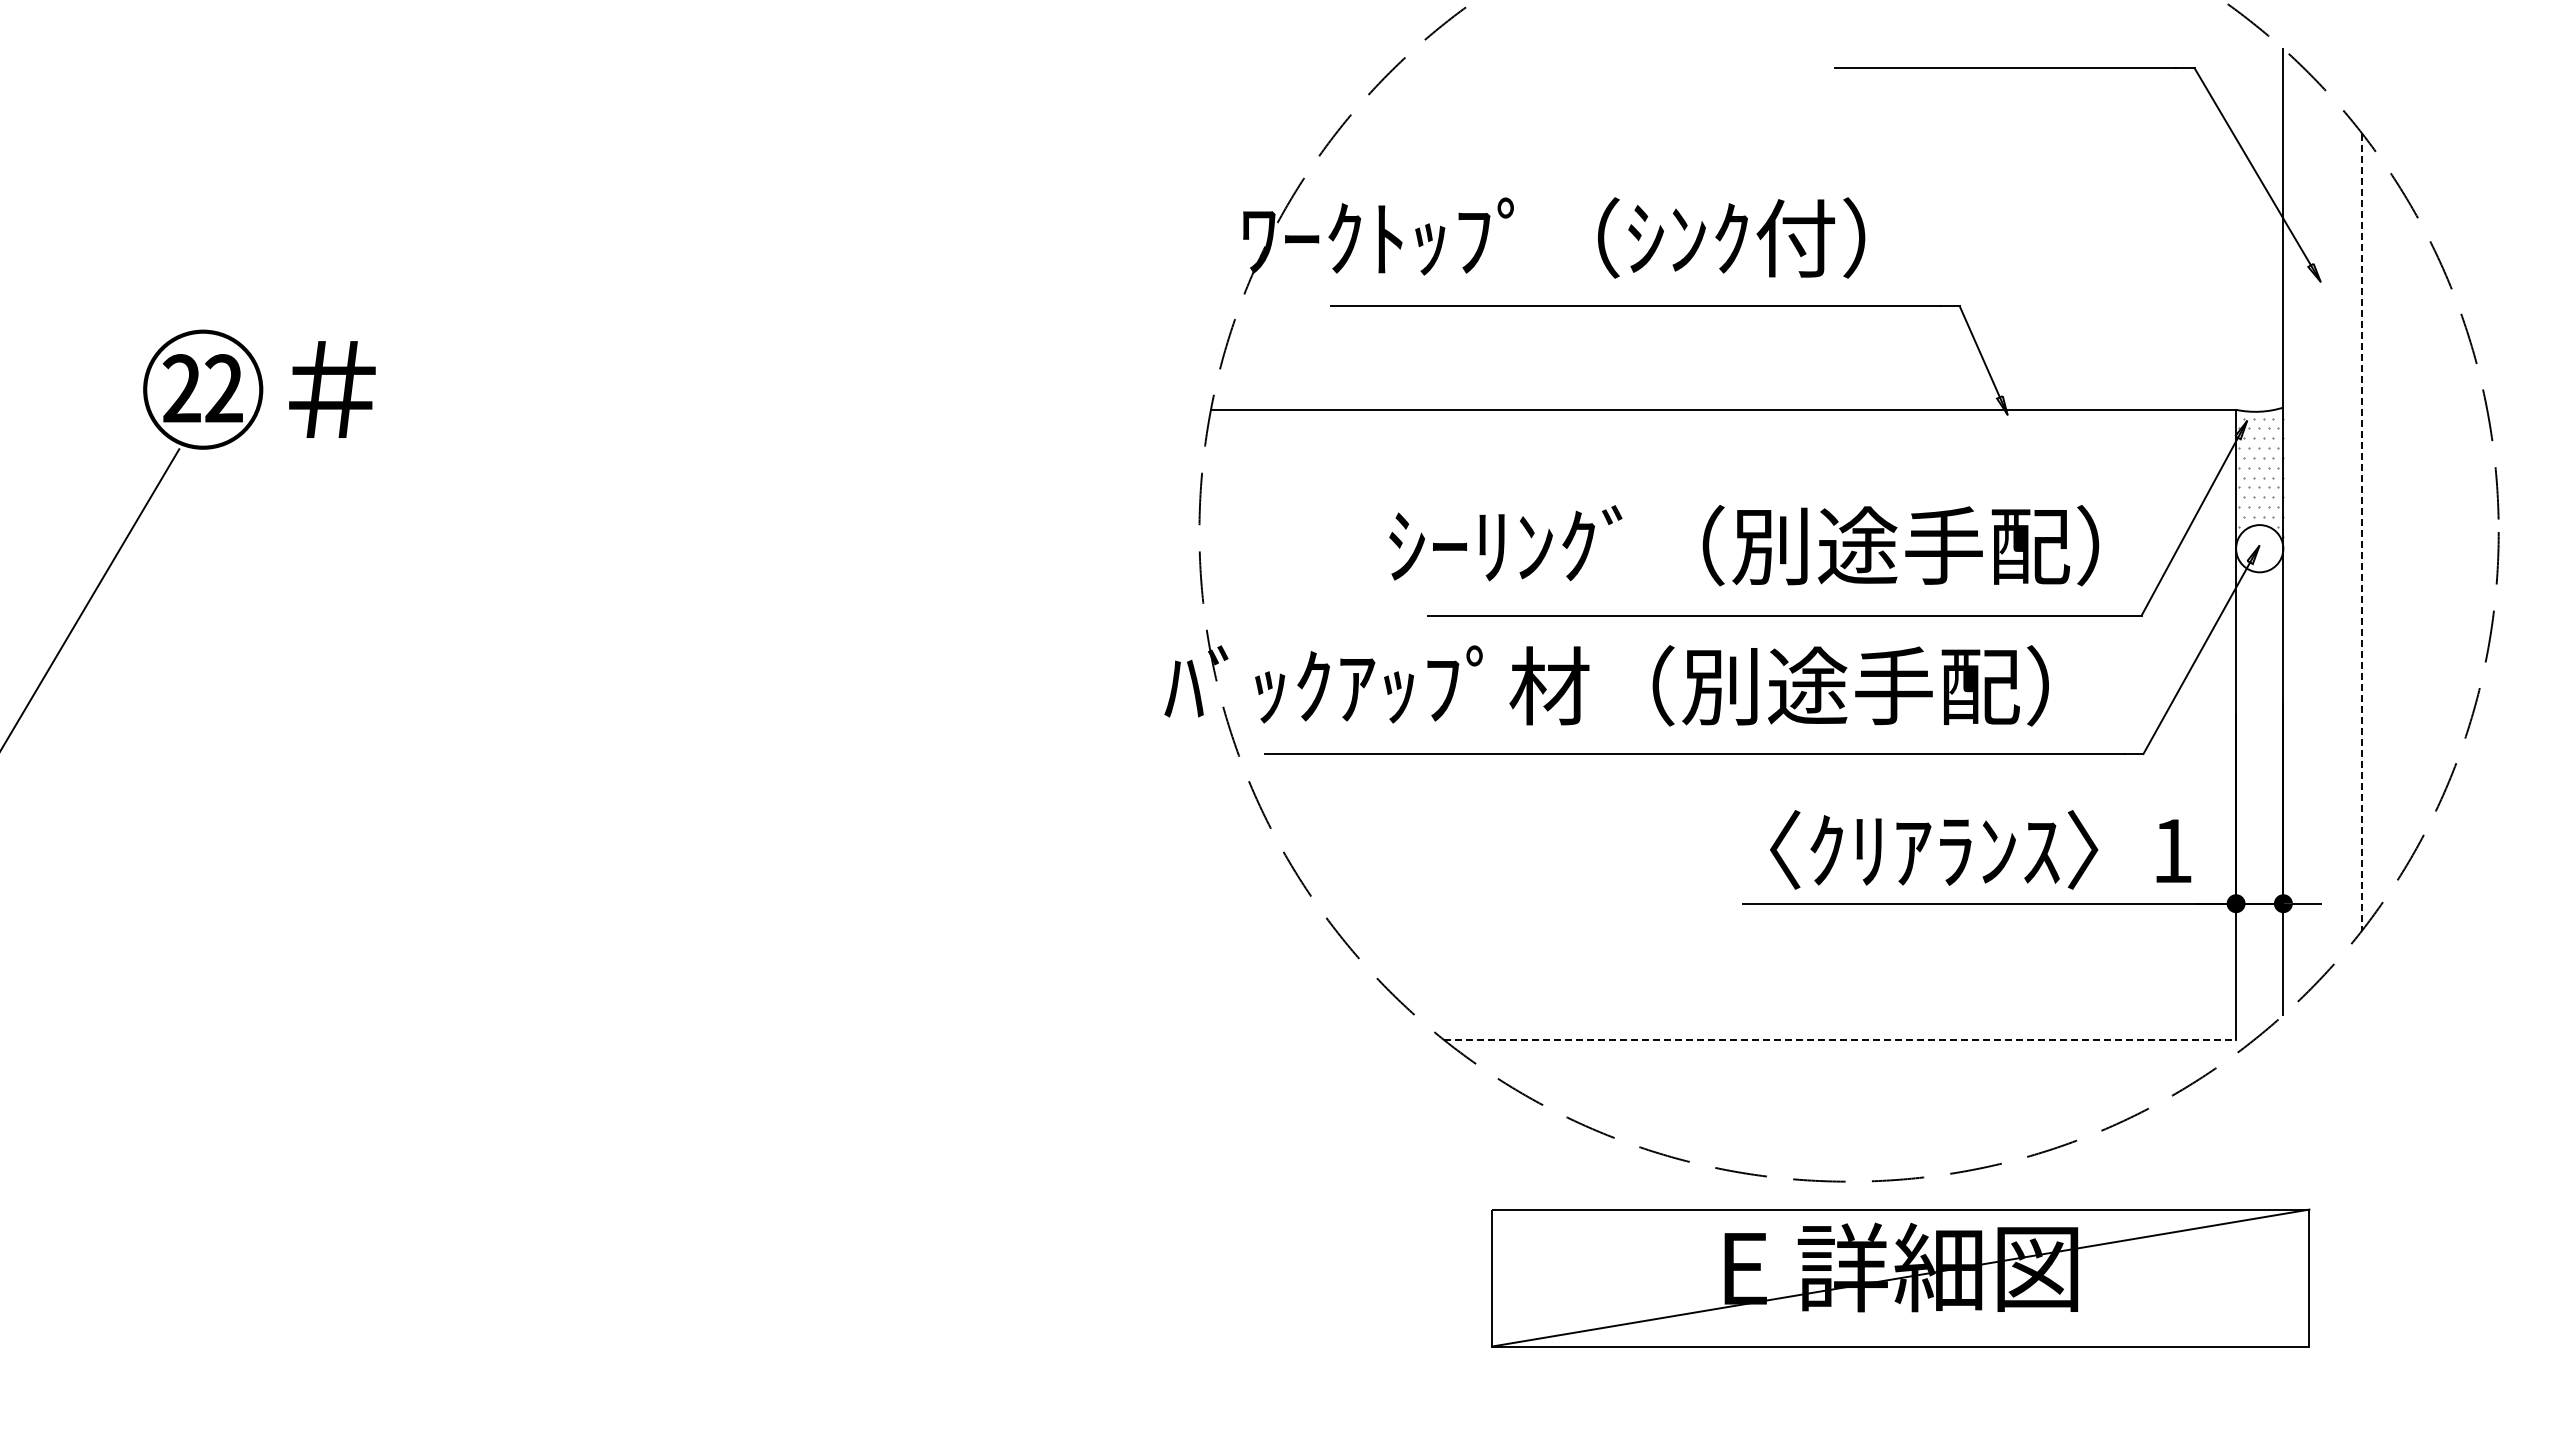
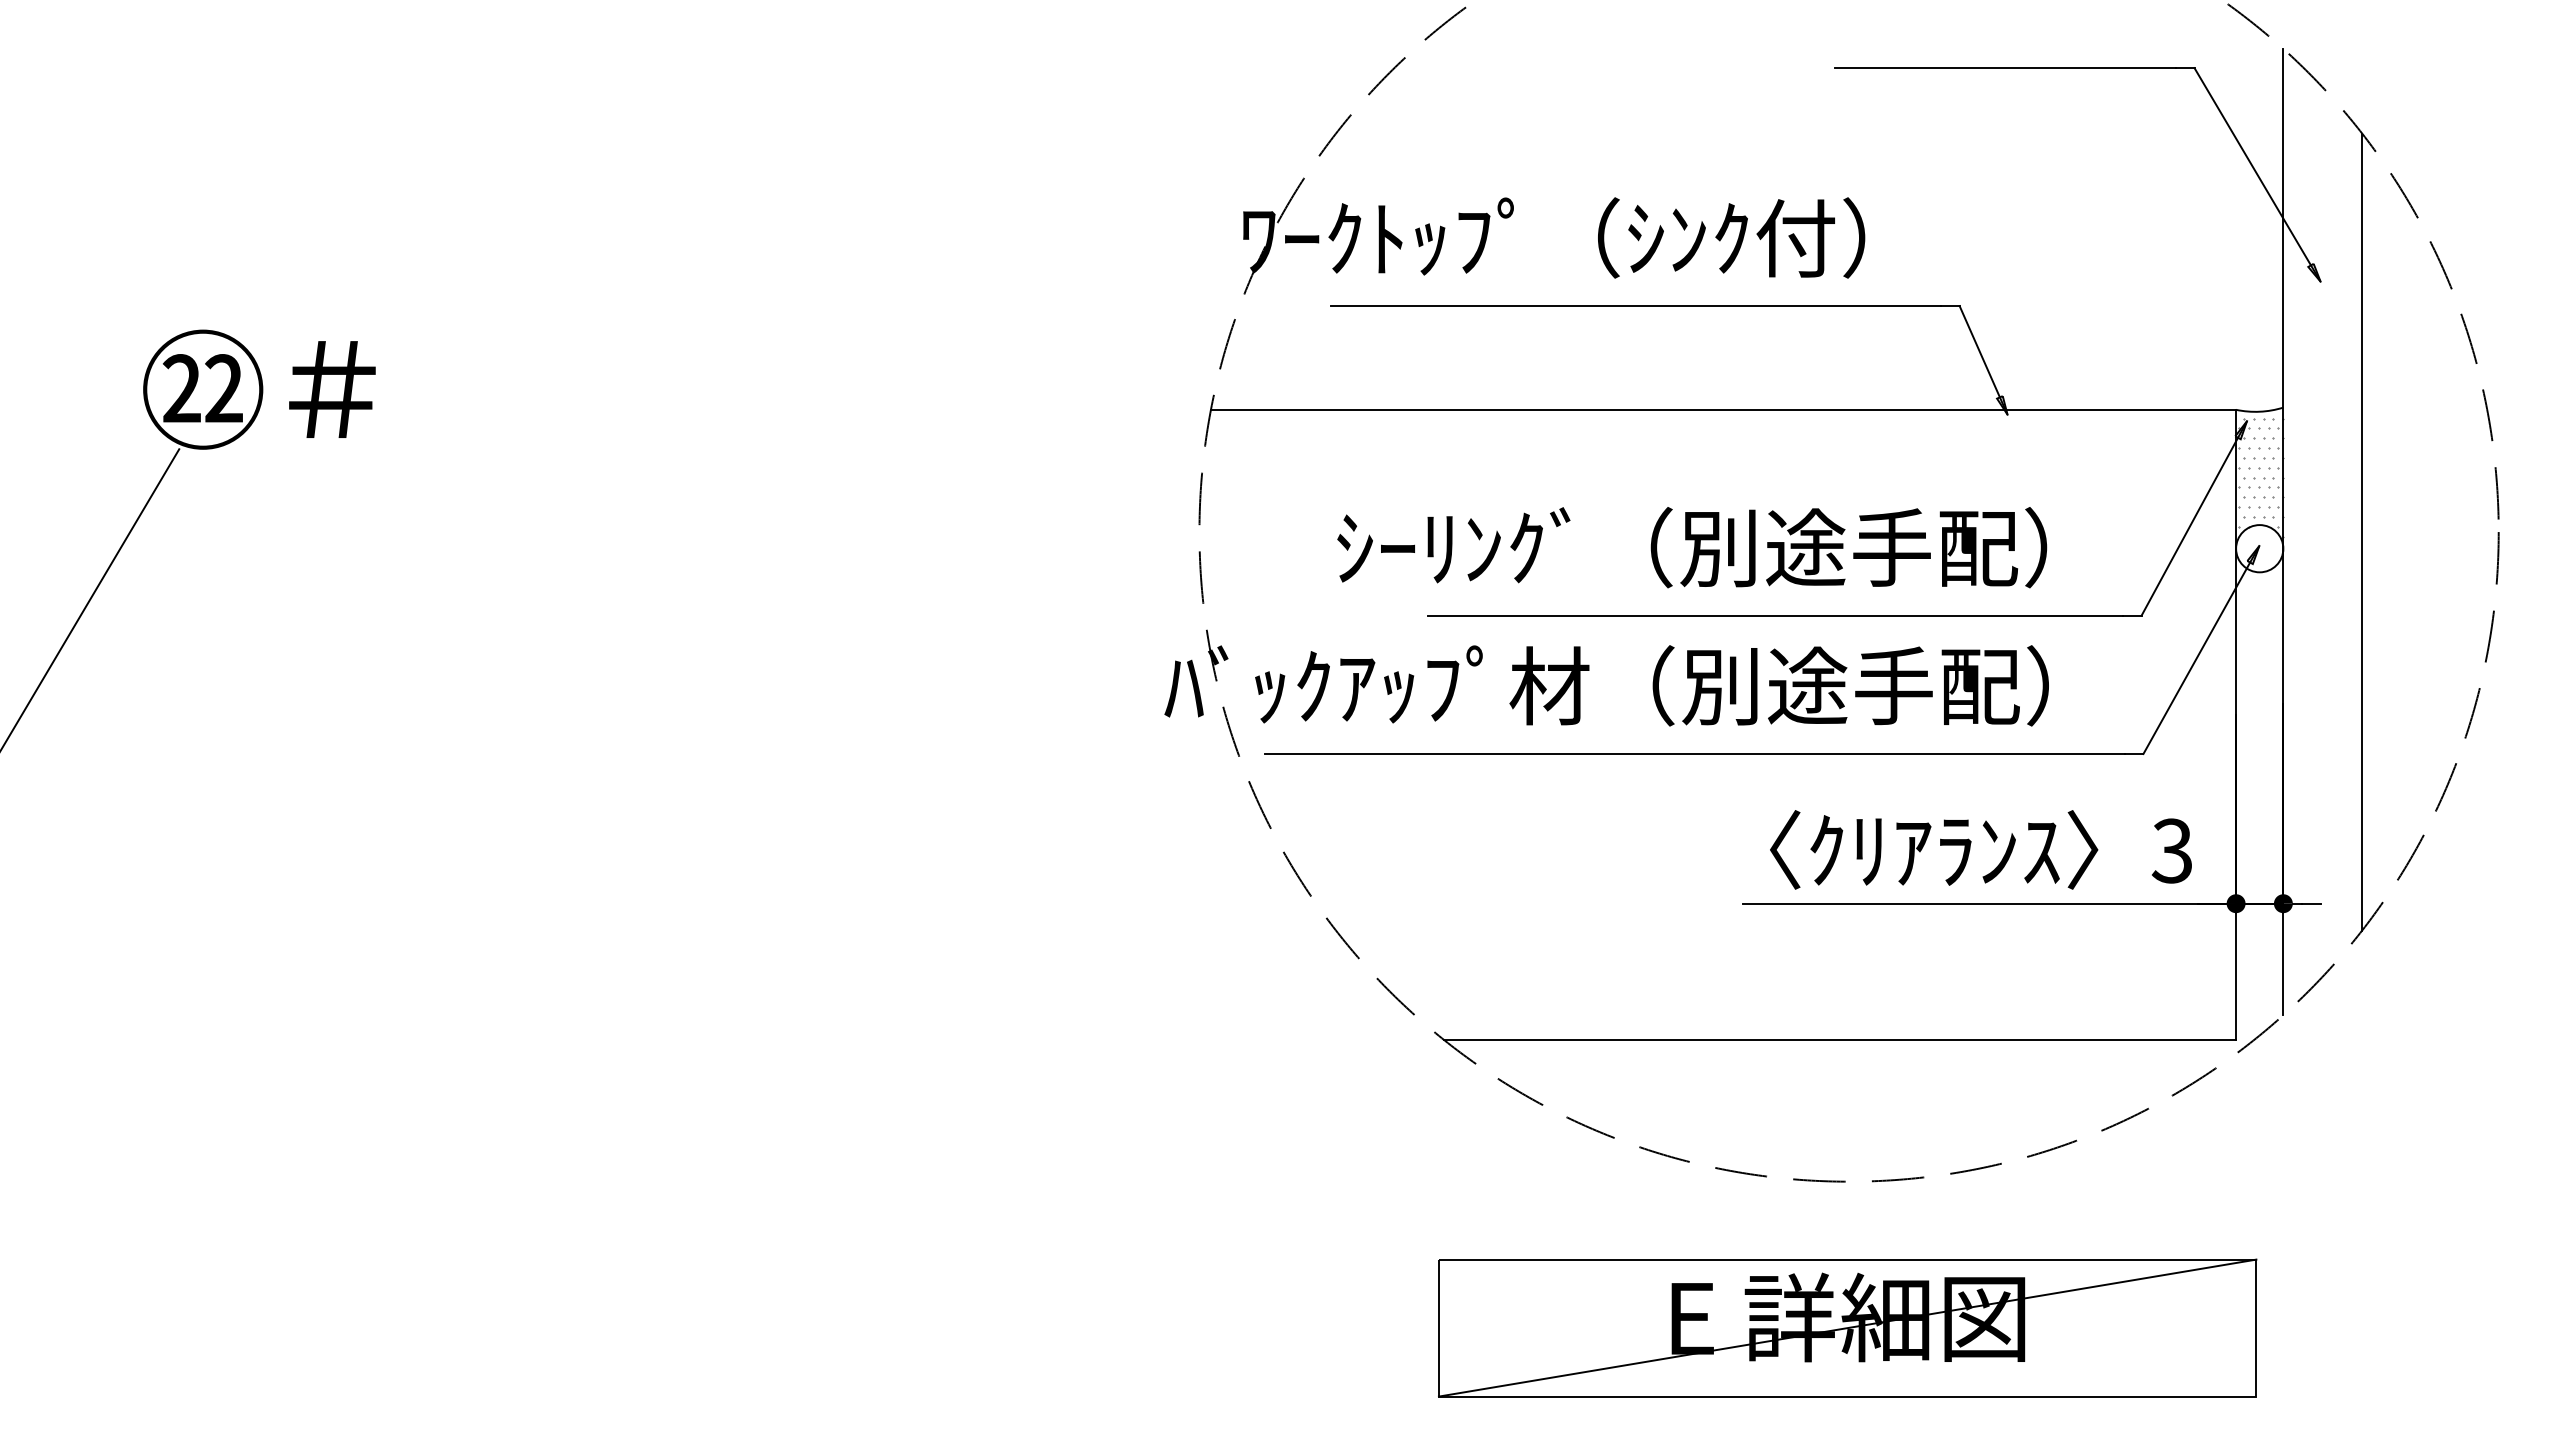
line at (2362, 532): dashed -> solid
text at (1744, 545) position: (1744, 545) -> (1692, 547)
text at (2171, 850): 1 -> 3
line at (1840, 1039): dashed -> solid
part at (1900, 1277) position: (1900, 1277) -> (1847, 1327)
